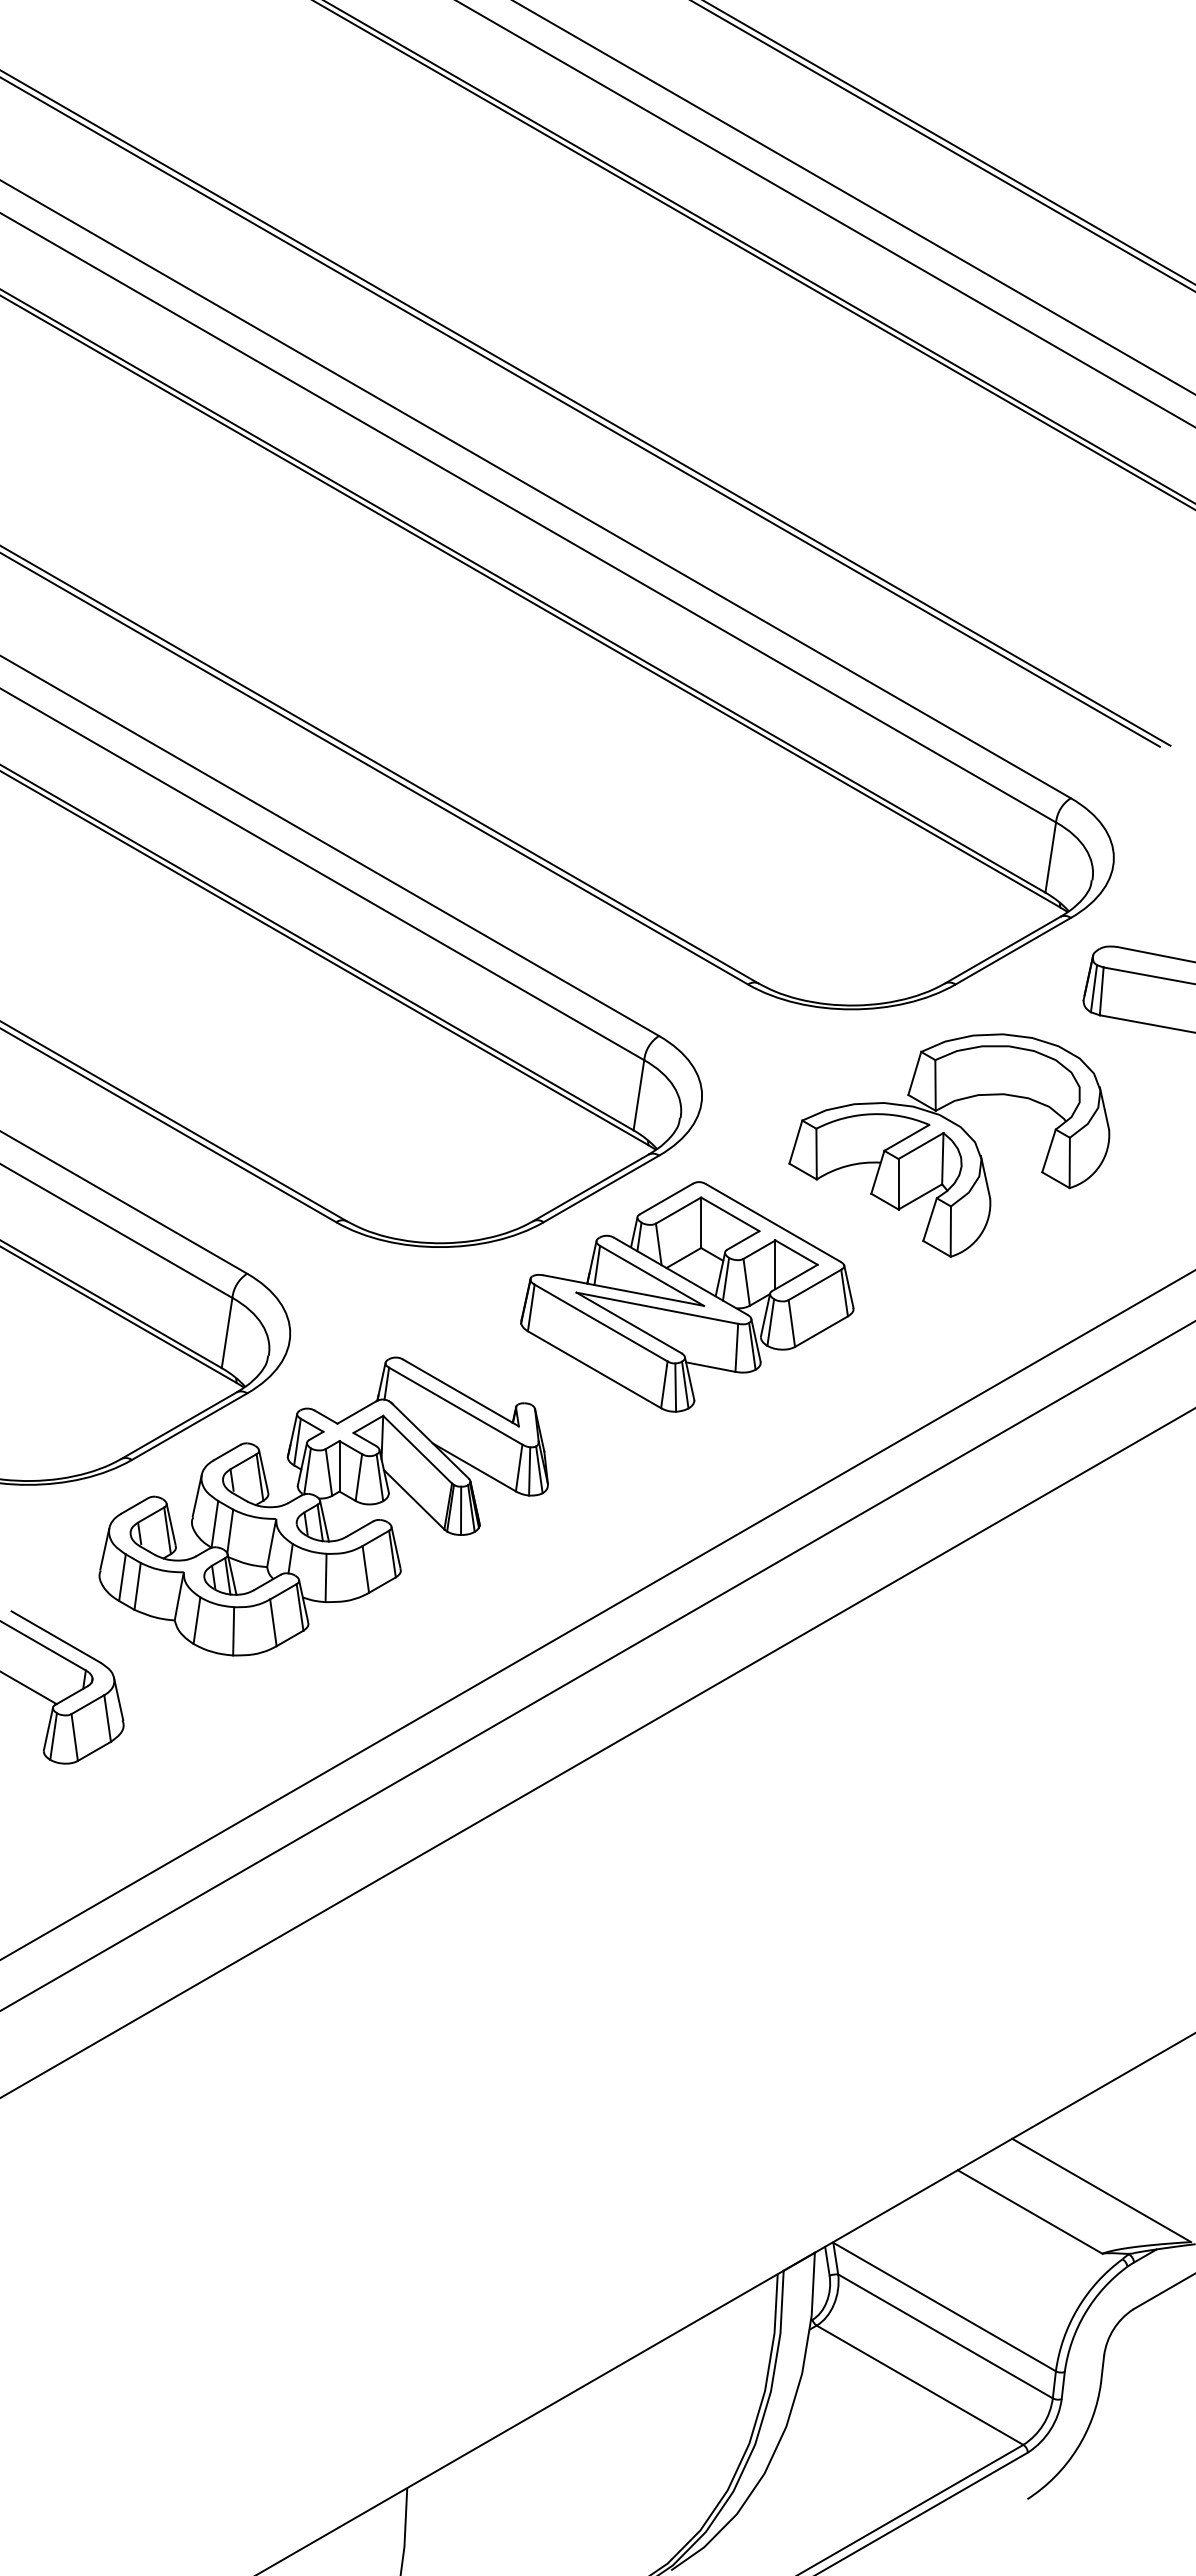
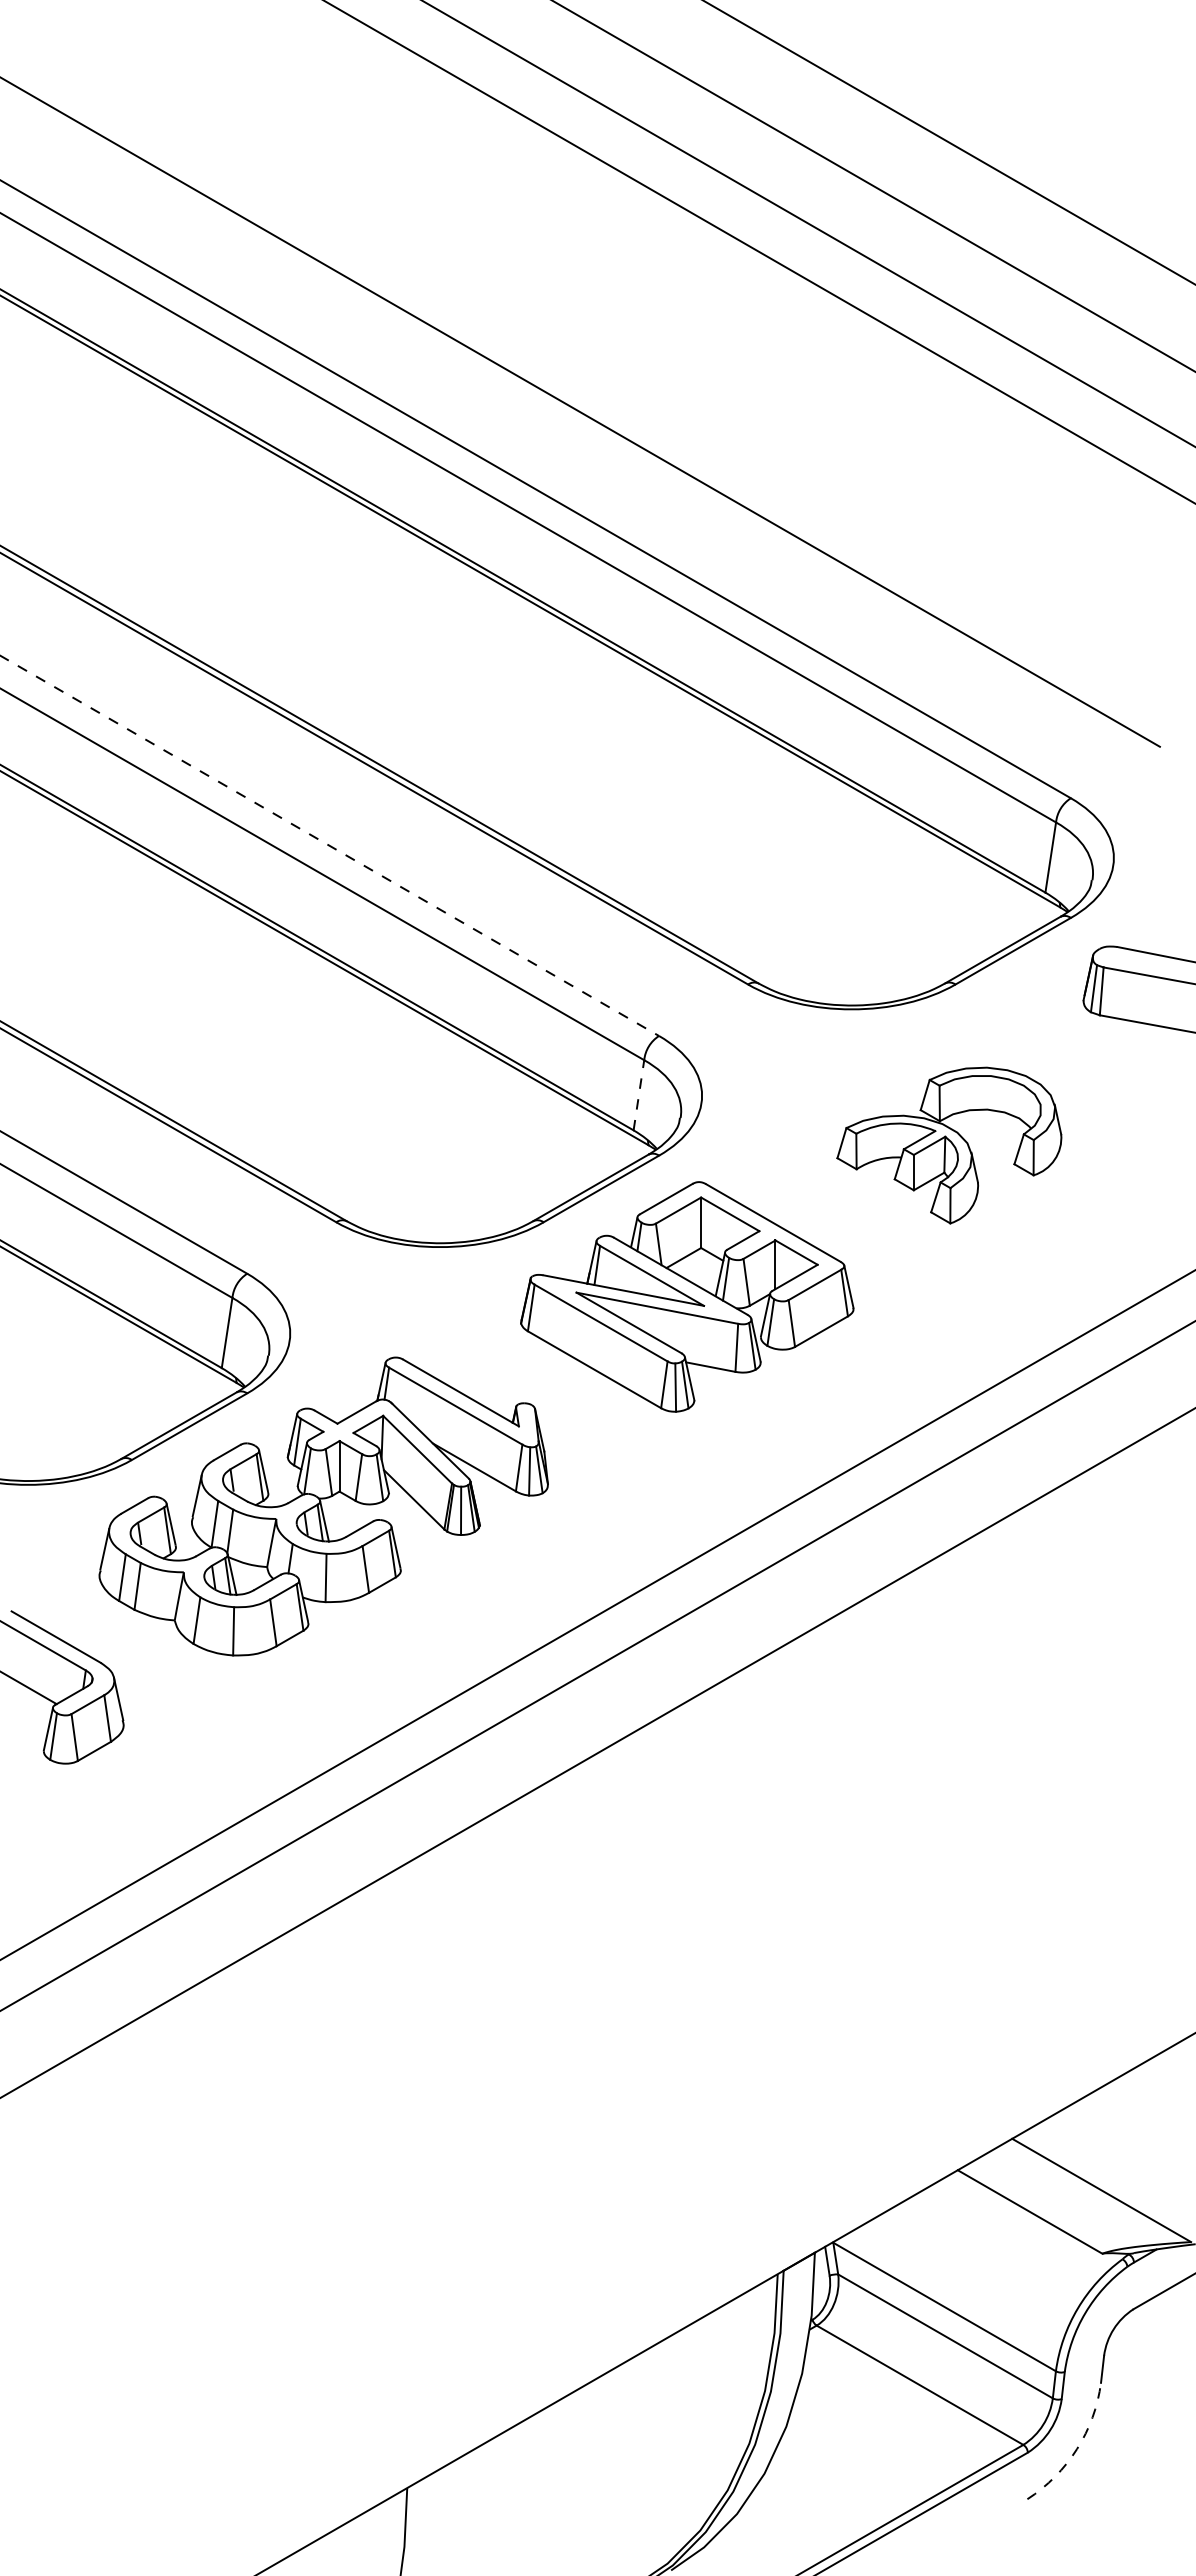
line at (942, 146): present -> none
line at (853, 197) position: (853, 197) -> (873, 186)
line at (825, 213) position: (825, 213) -> (808, 223)
line at (754, 255): present -> none
line at (586, 408): present -> none
line at (330, 846): solid -> dashed
line at (639, 1094): solid -> dashed
part at (949, 1145) size: 323x225 px -> 227x159 px
arc at (1077, 2449): solid -> dashed
